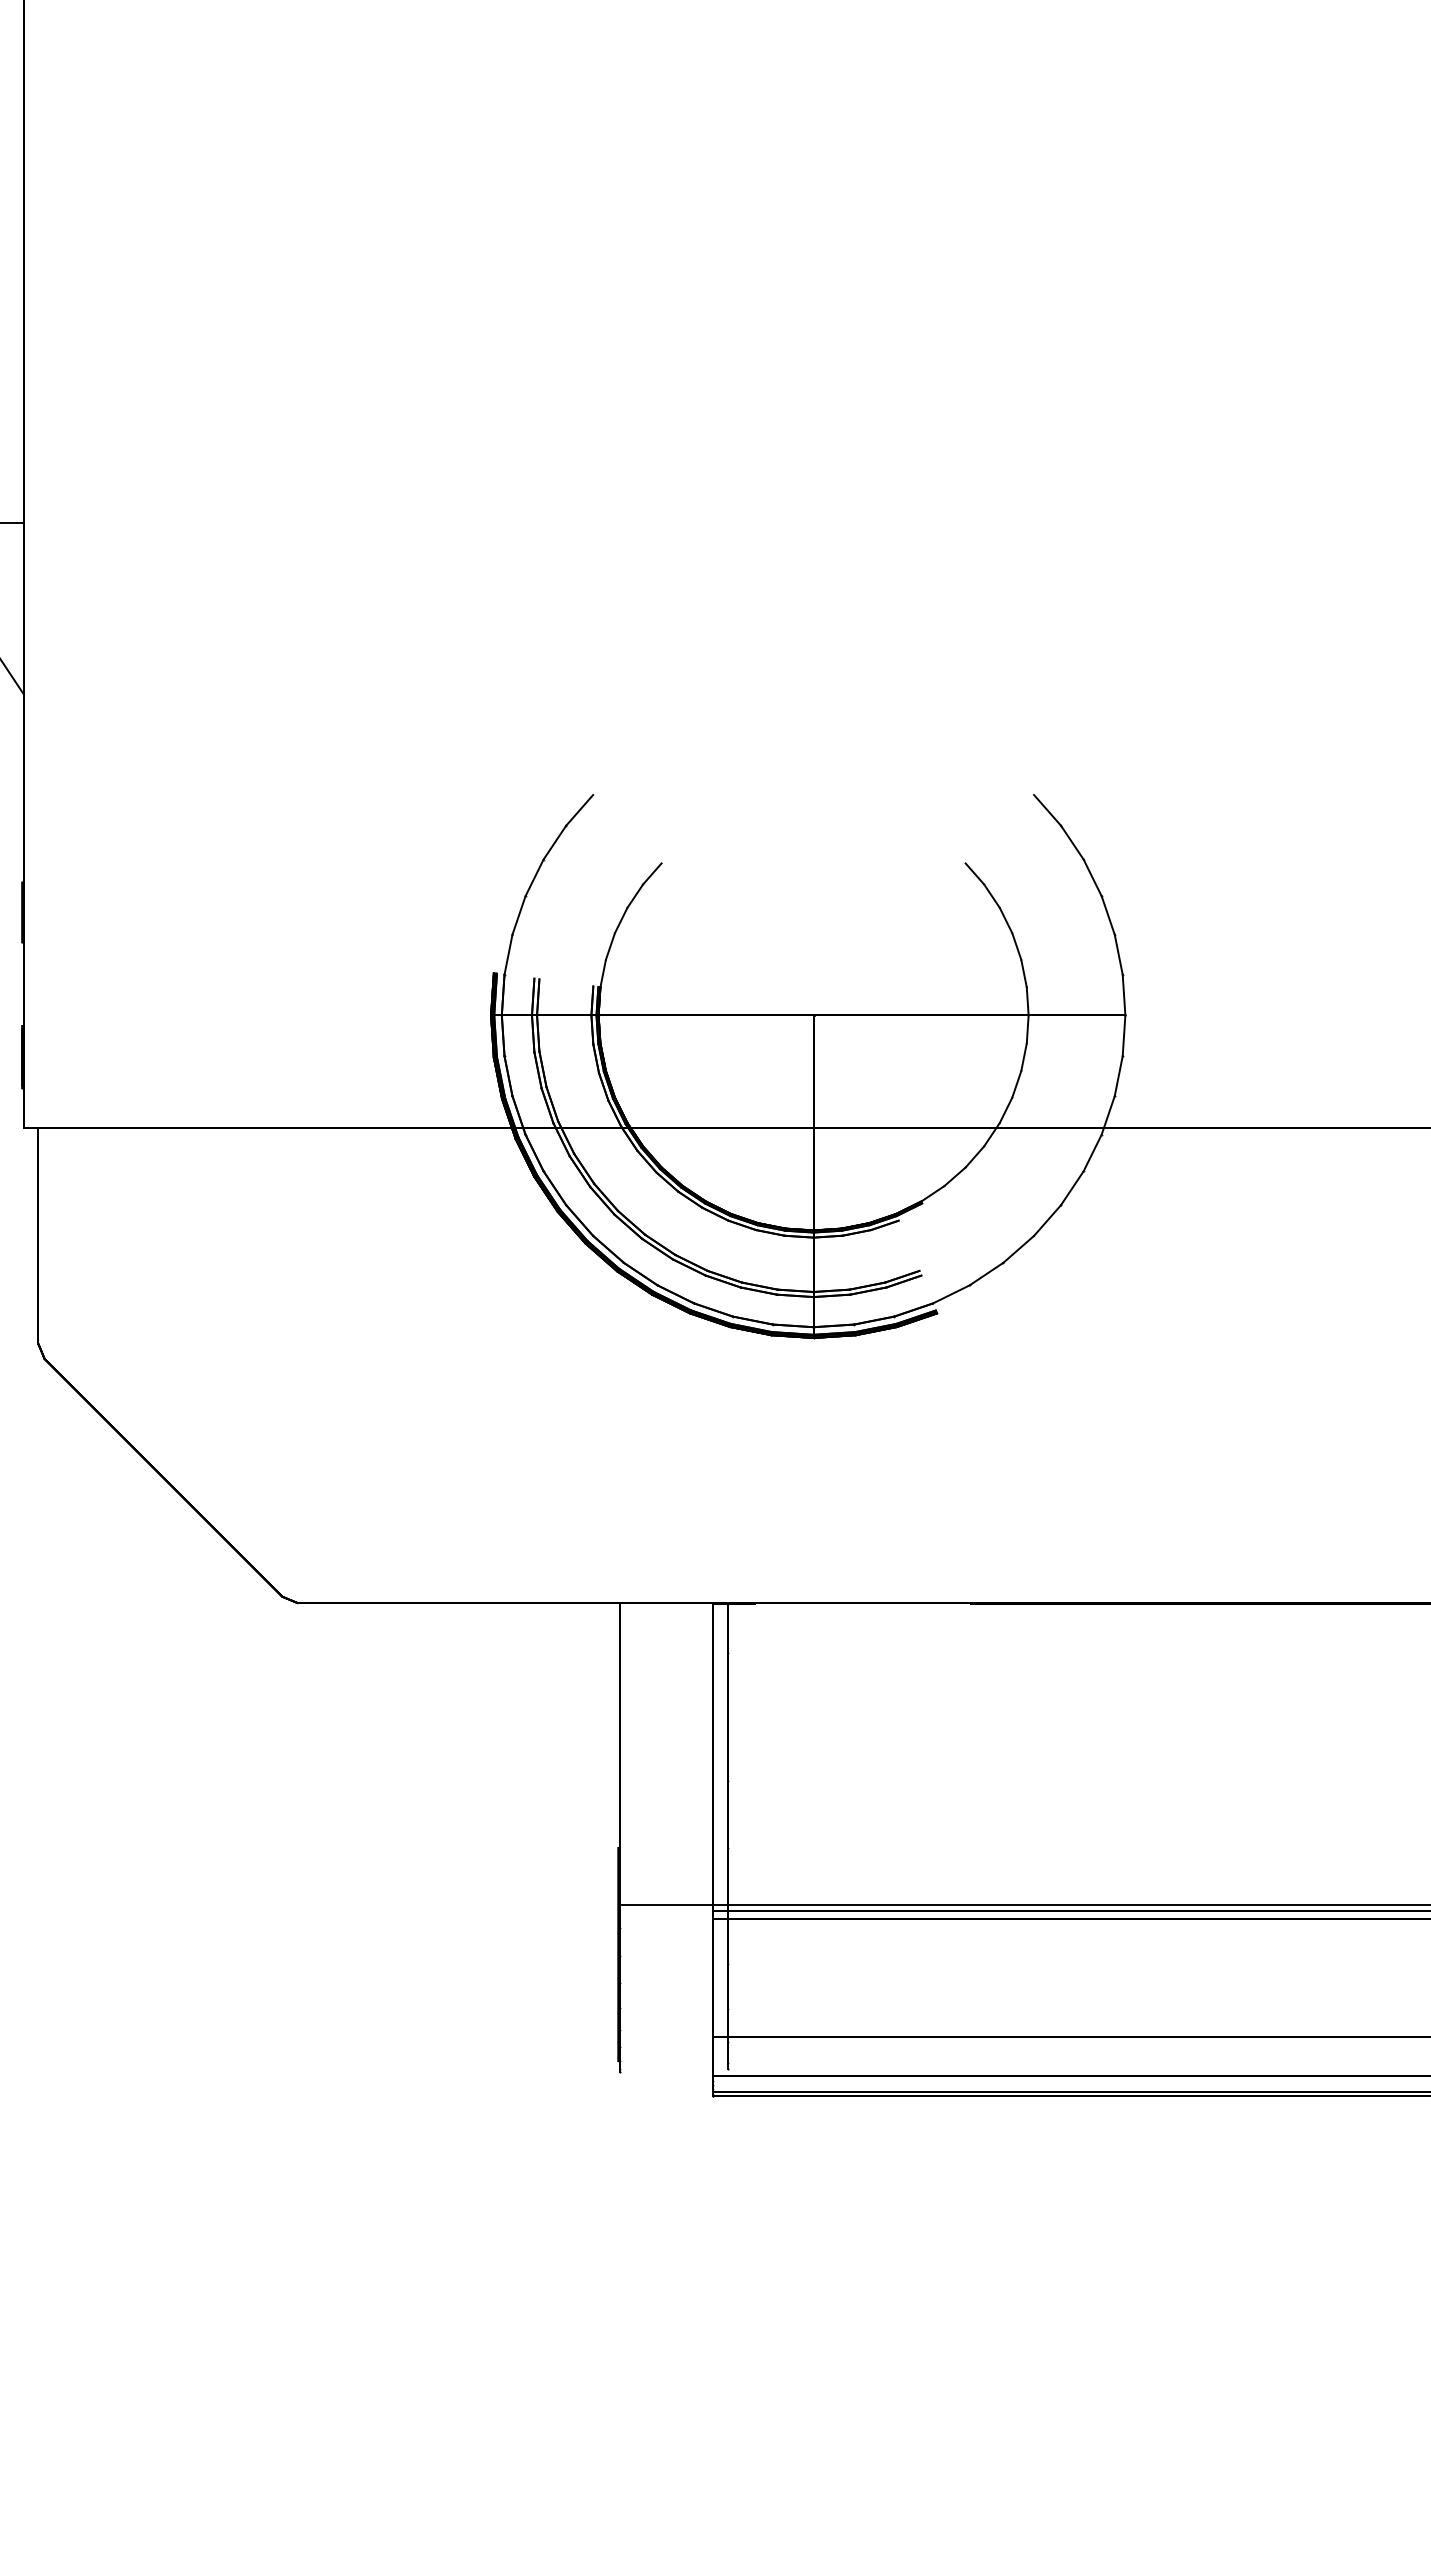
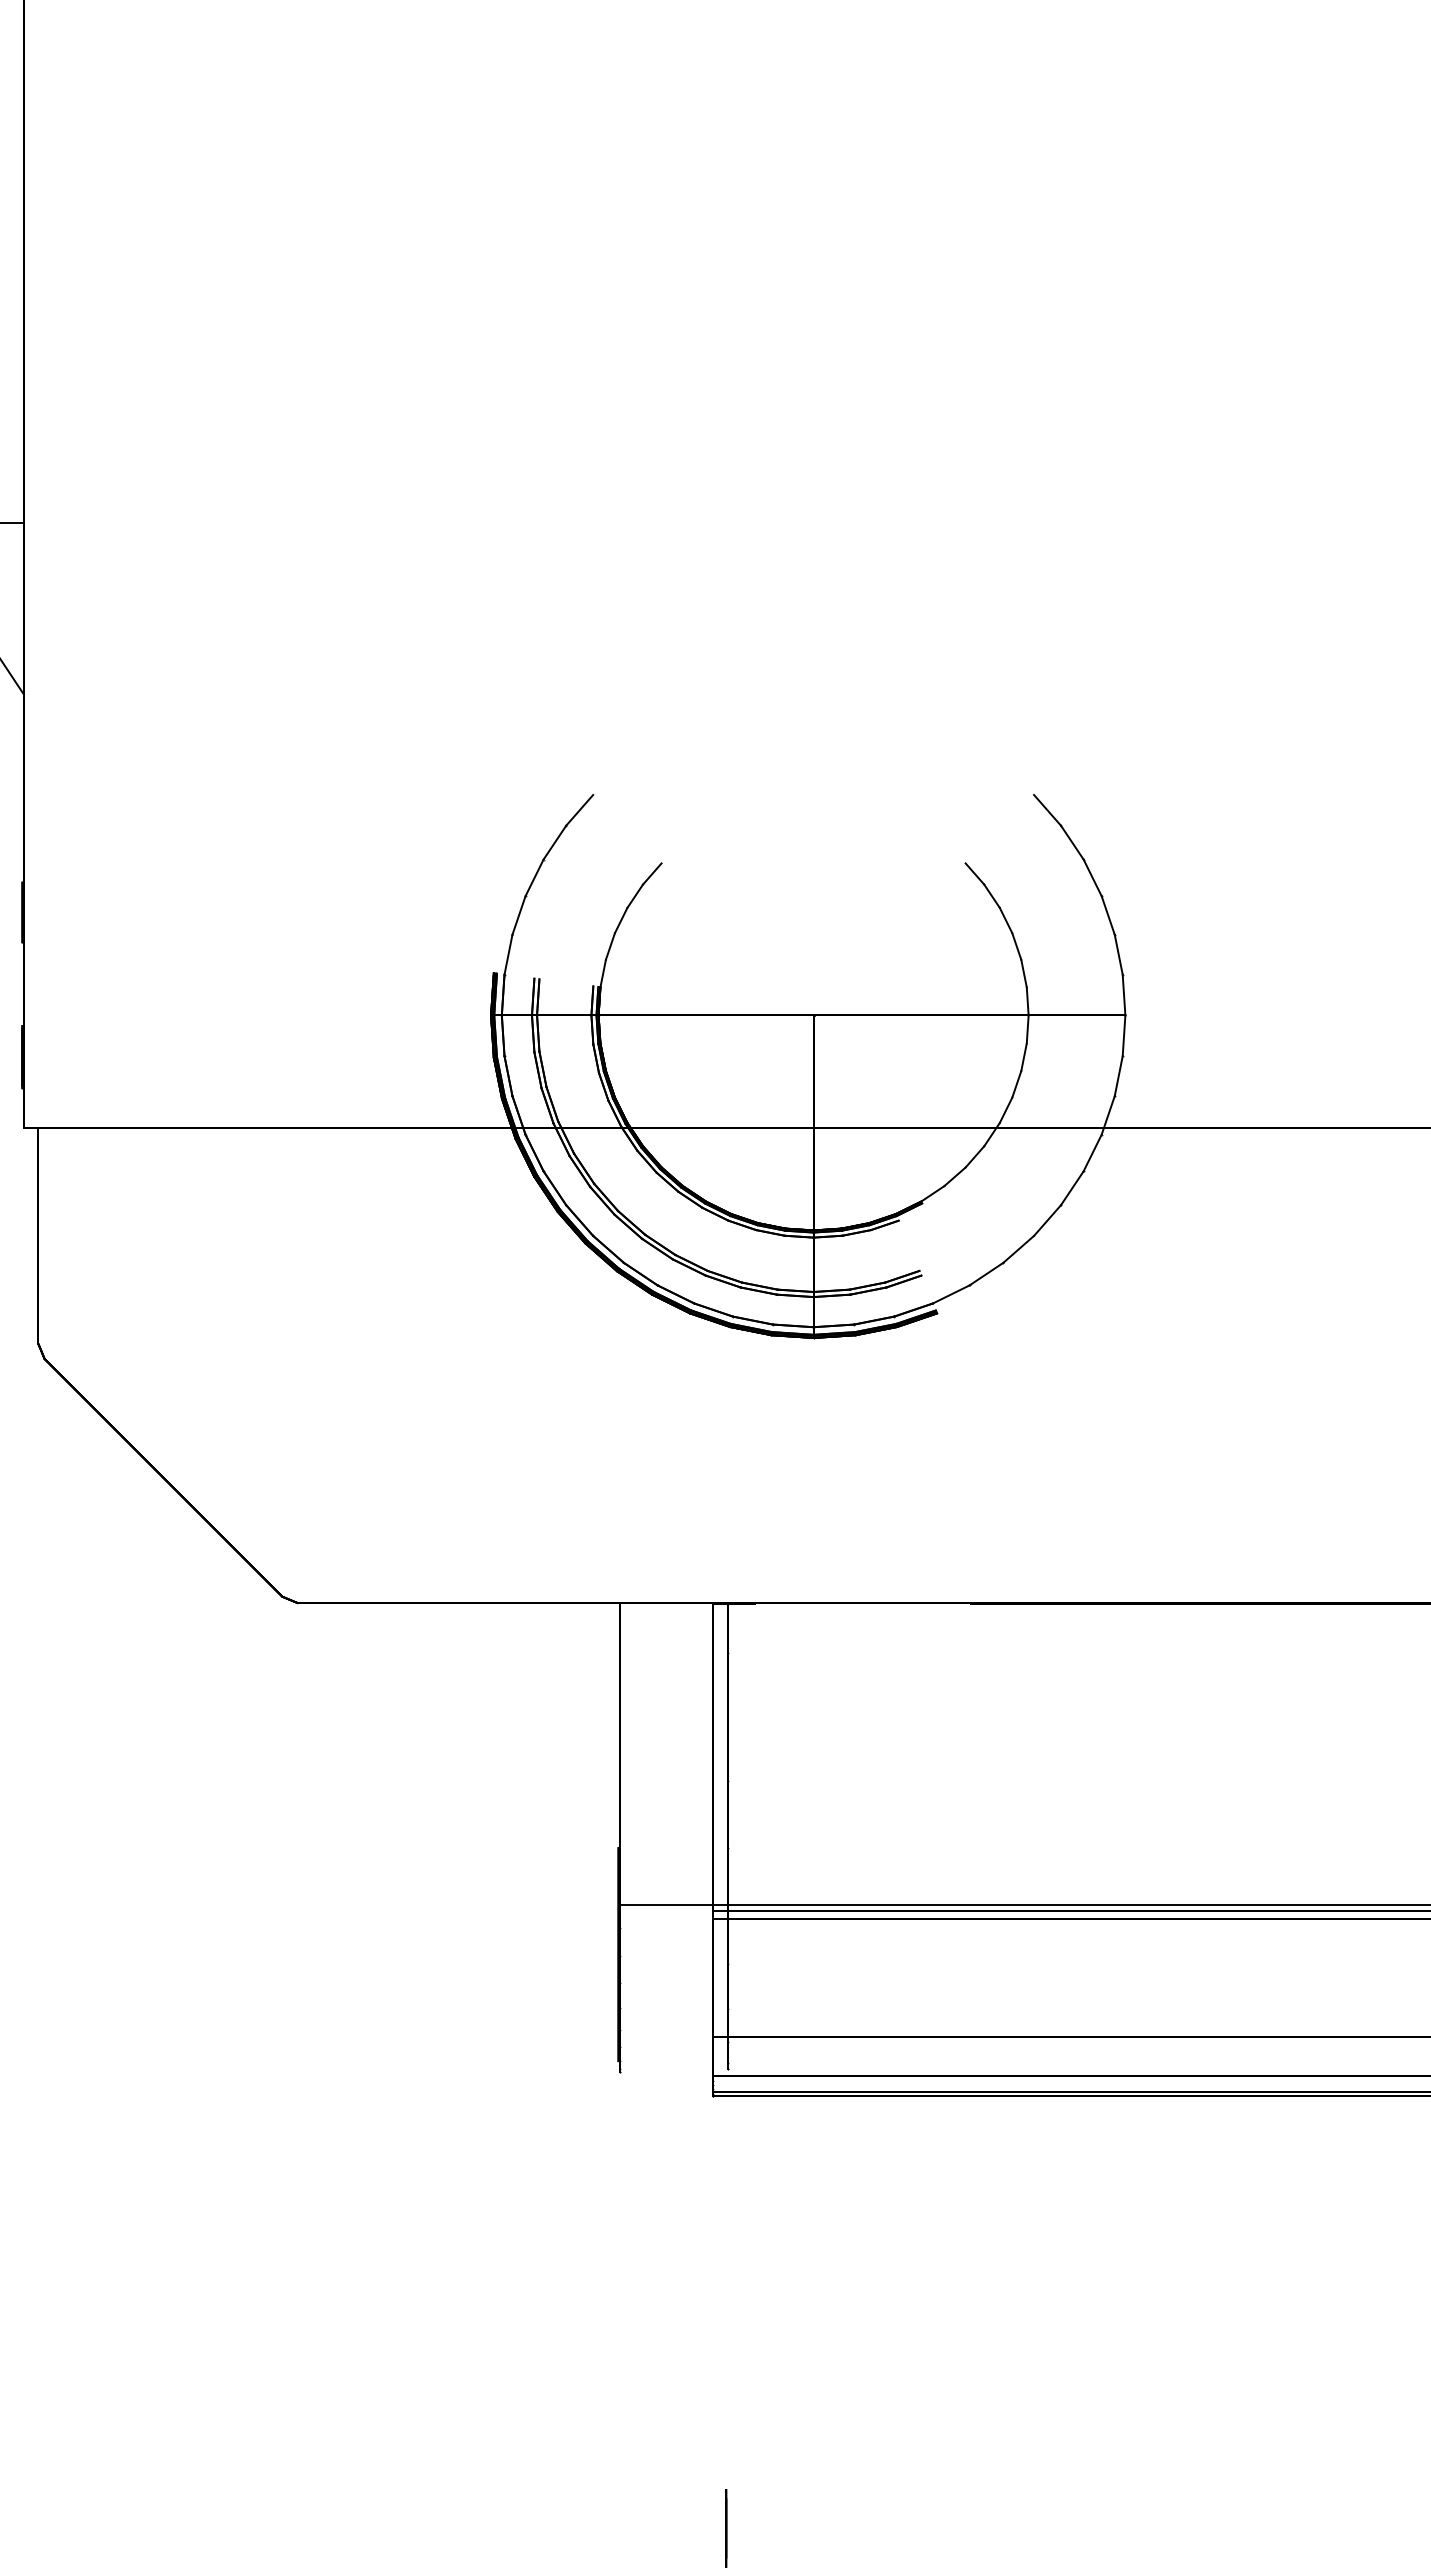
line at (726, 2528): none -> present
